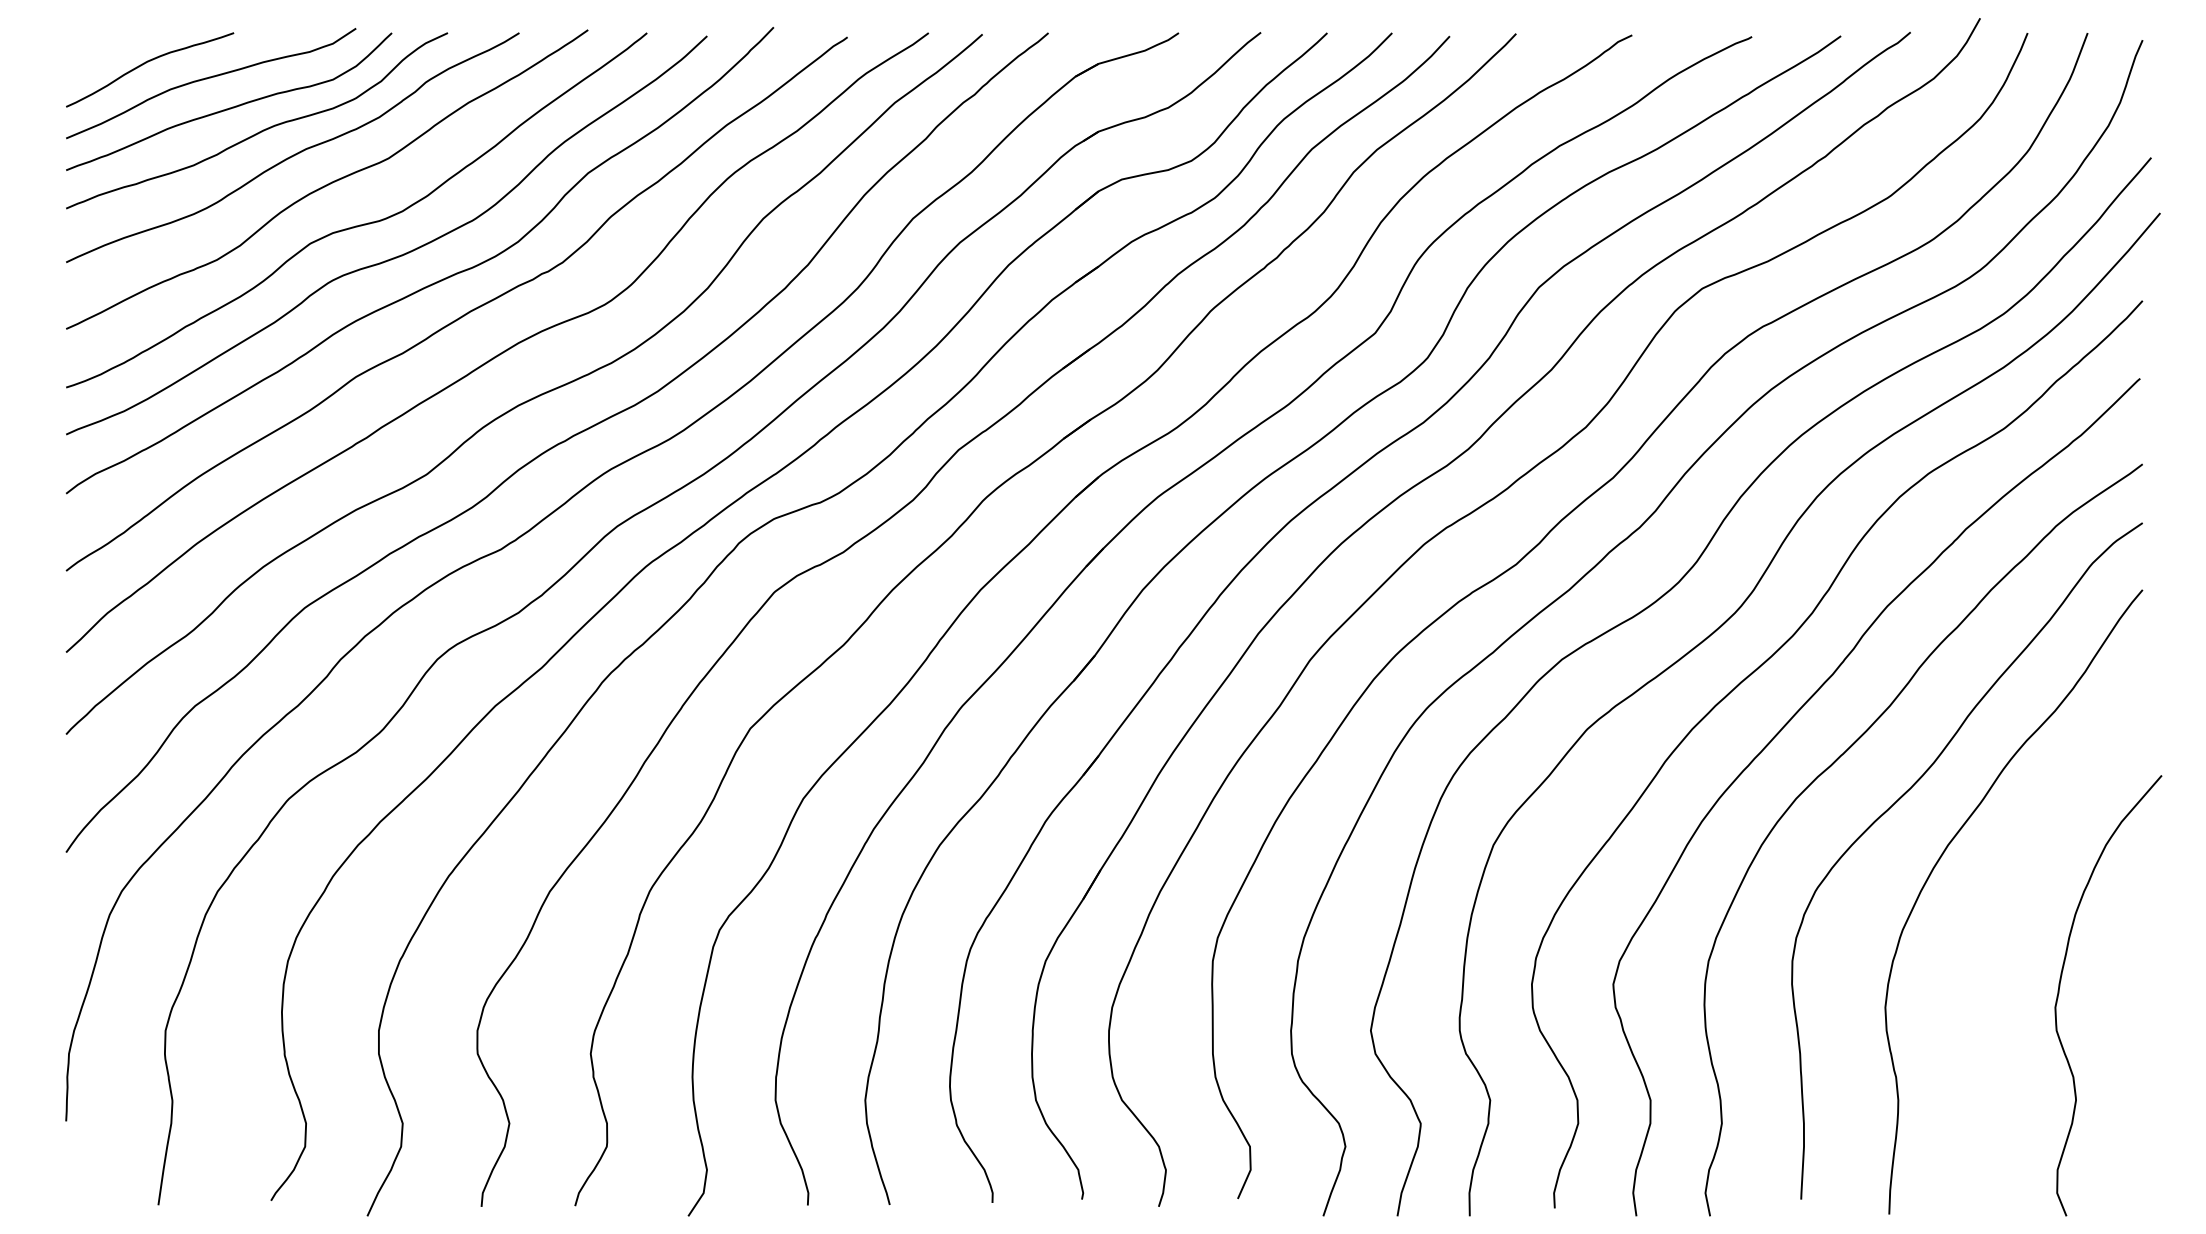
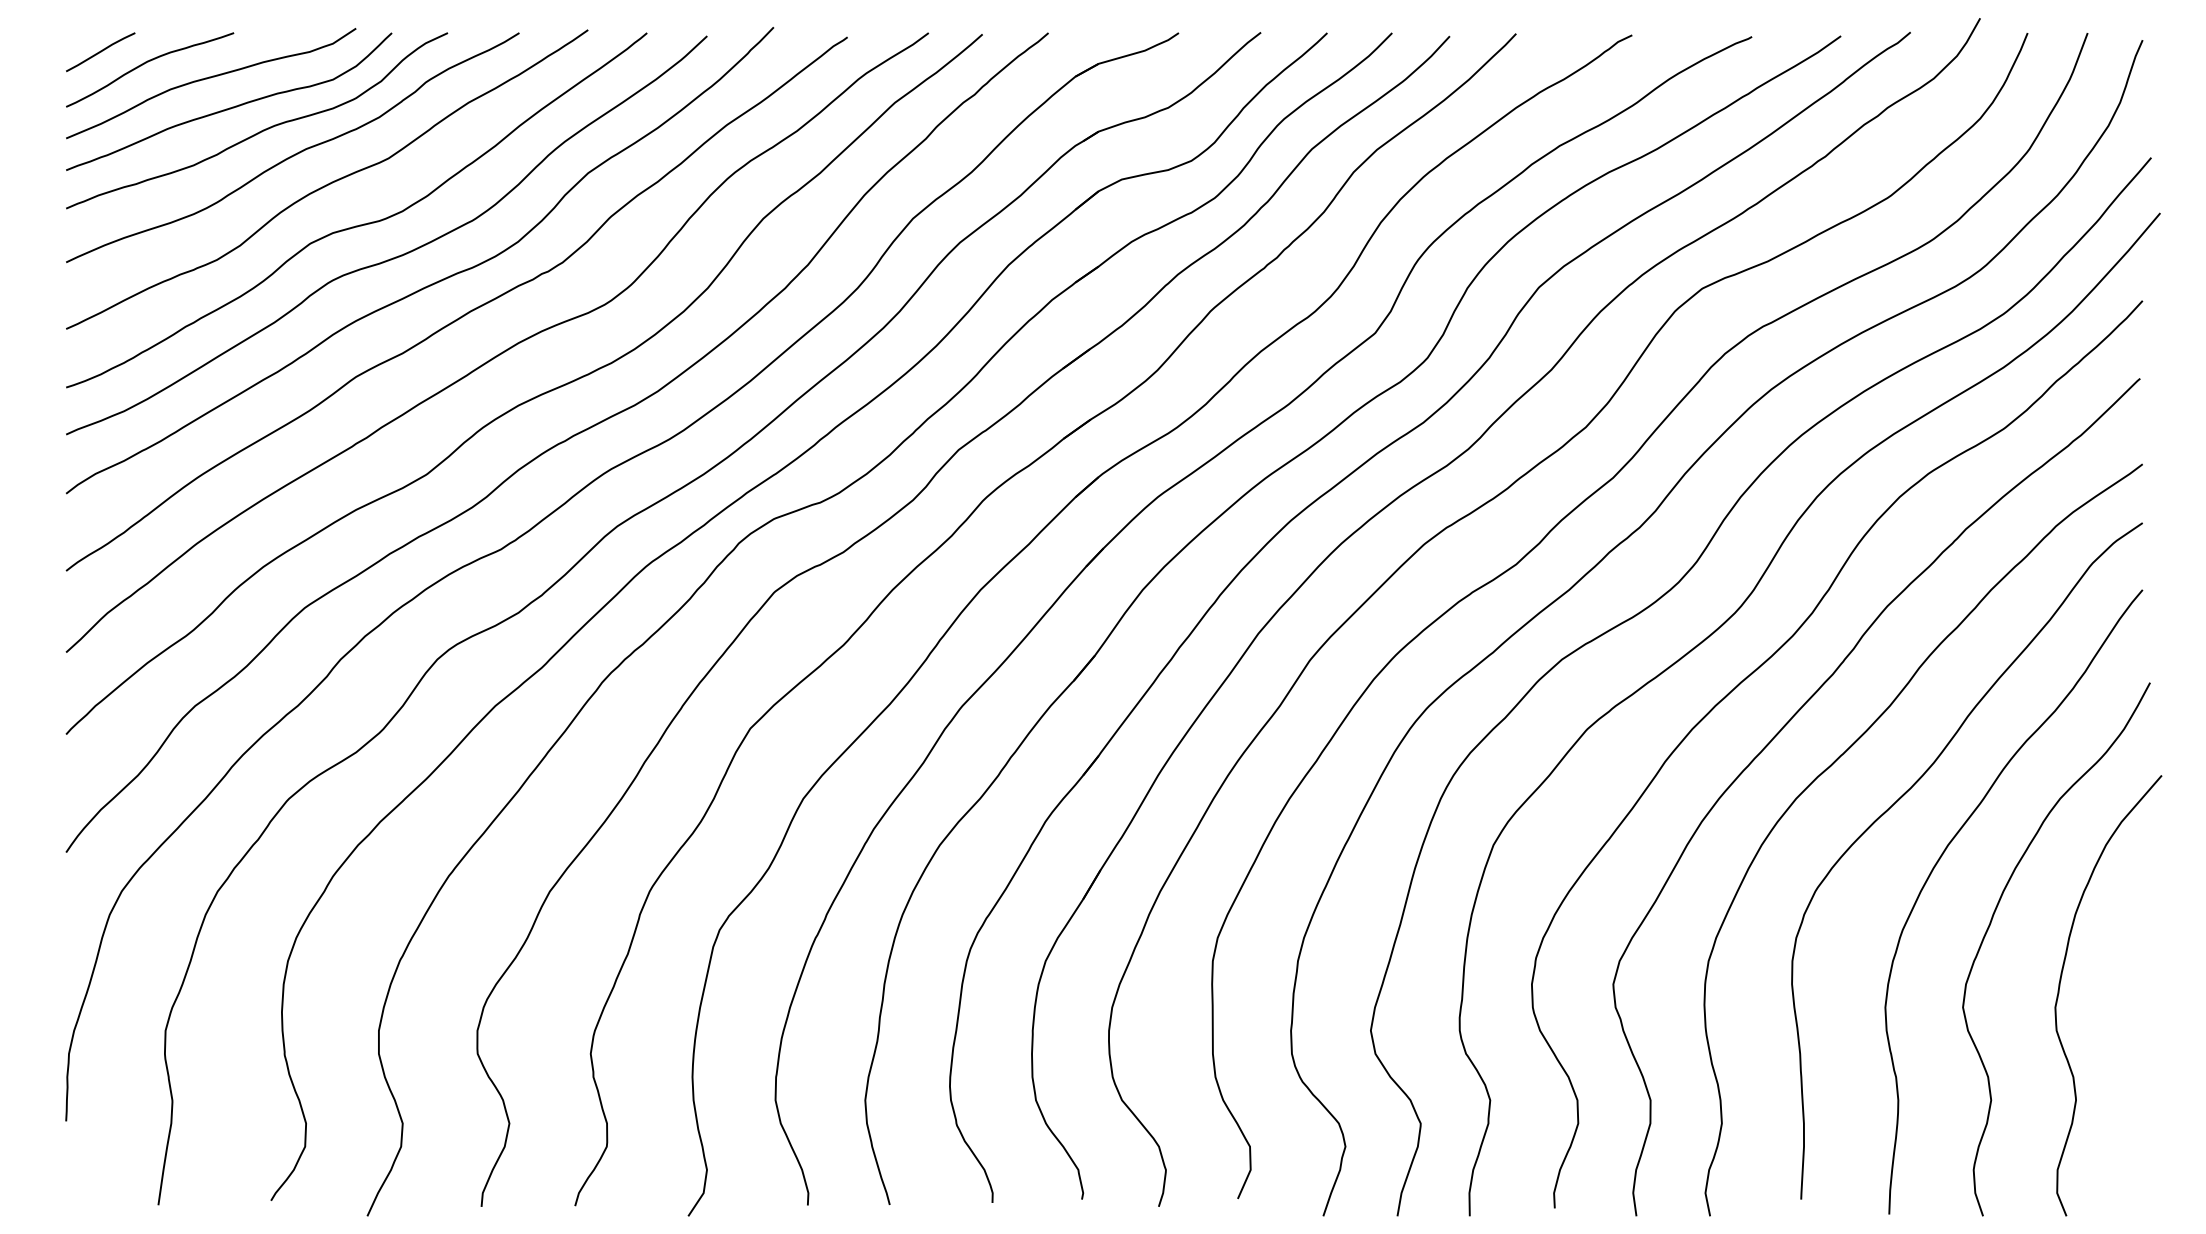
curve at (100, 52): none -> present
curve at (1991, 923): none -> present
